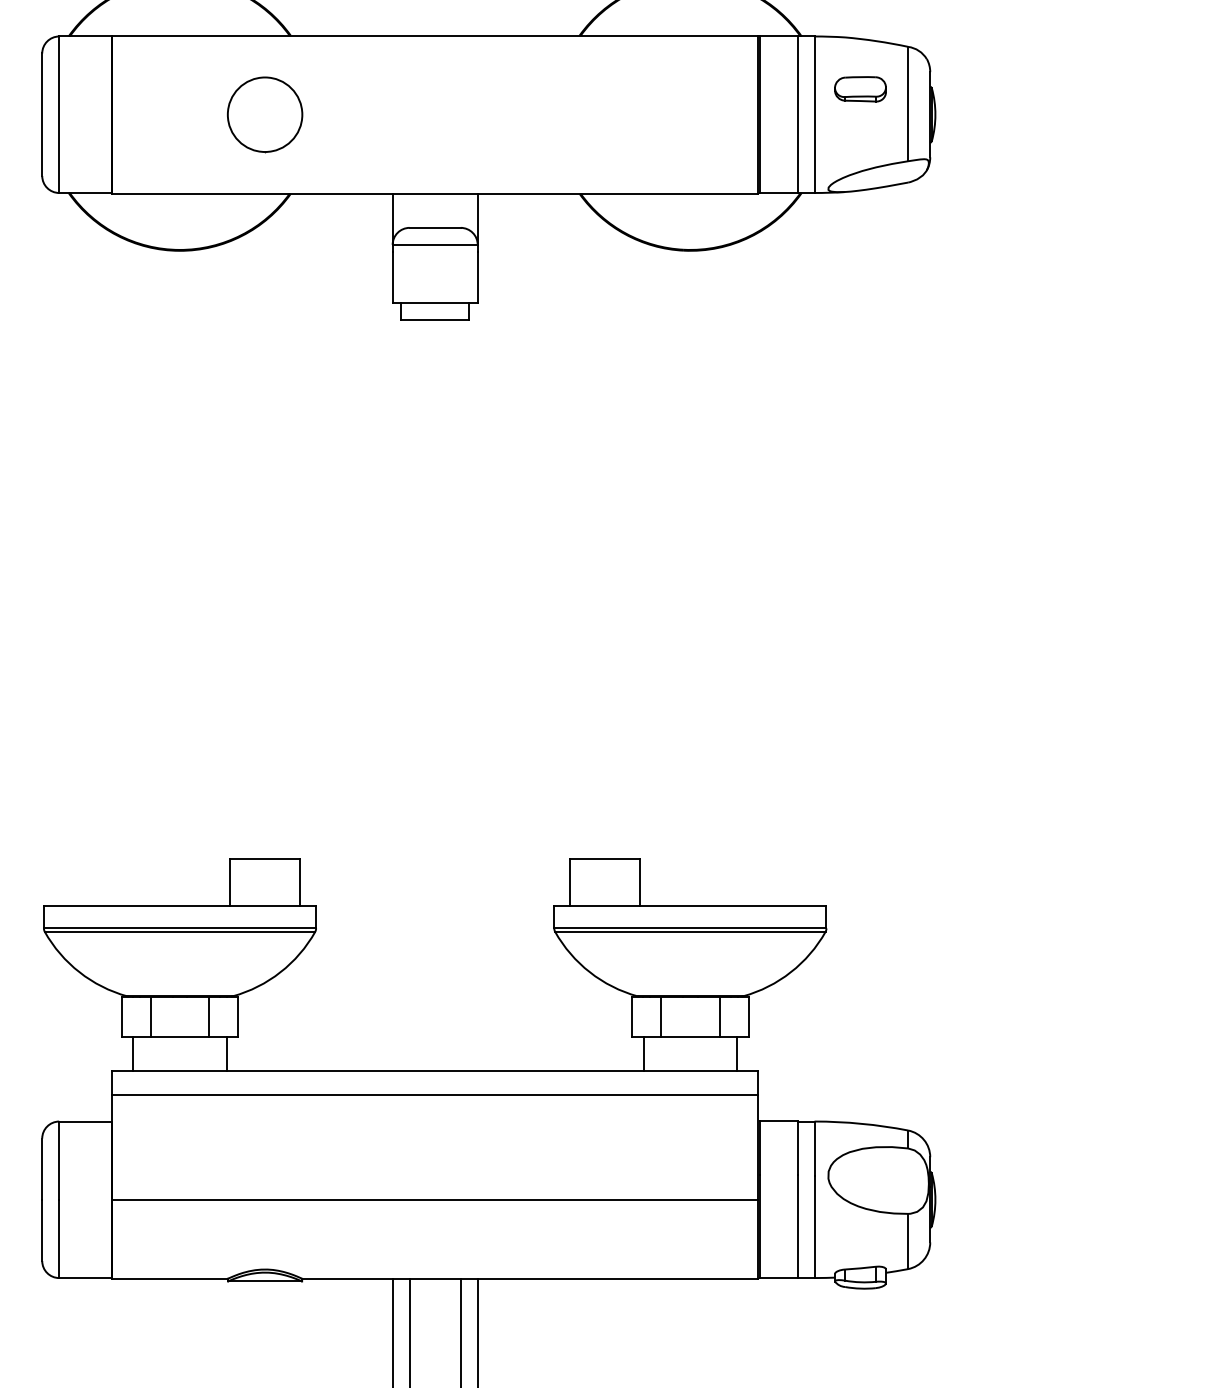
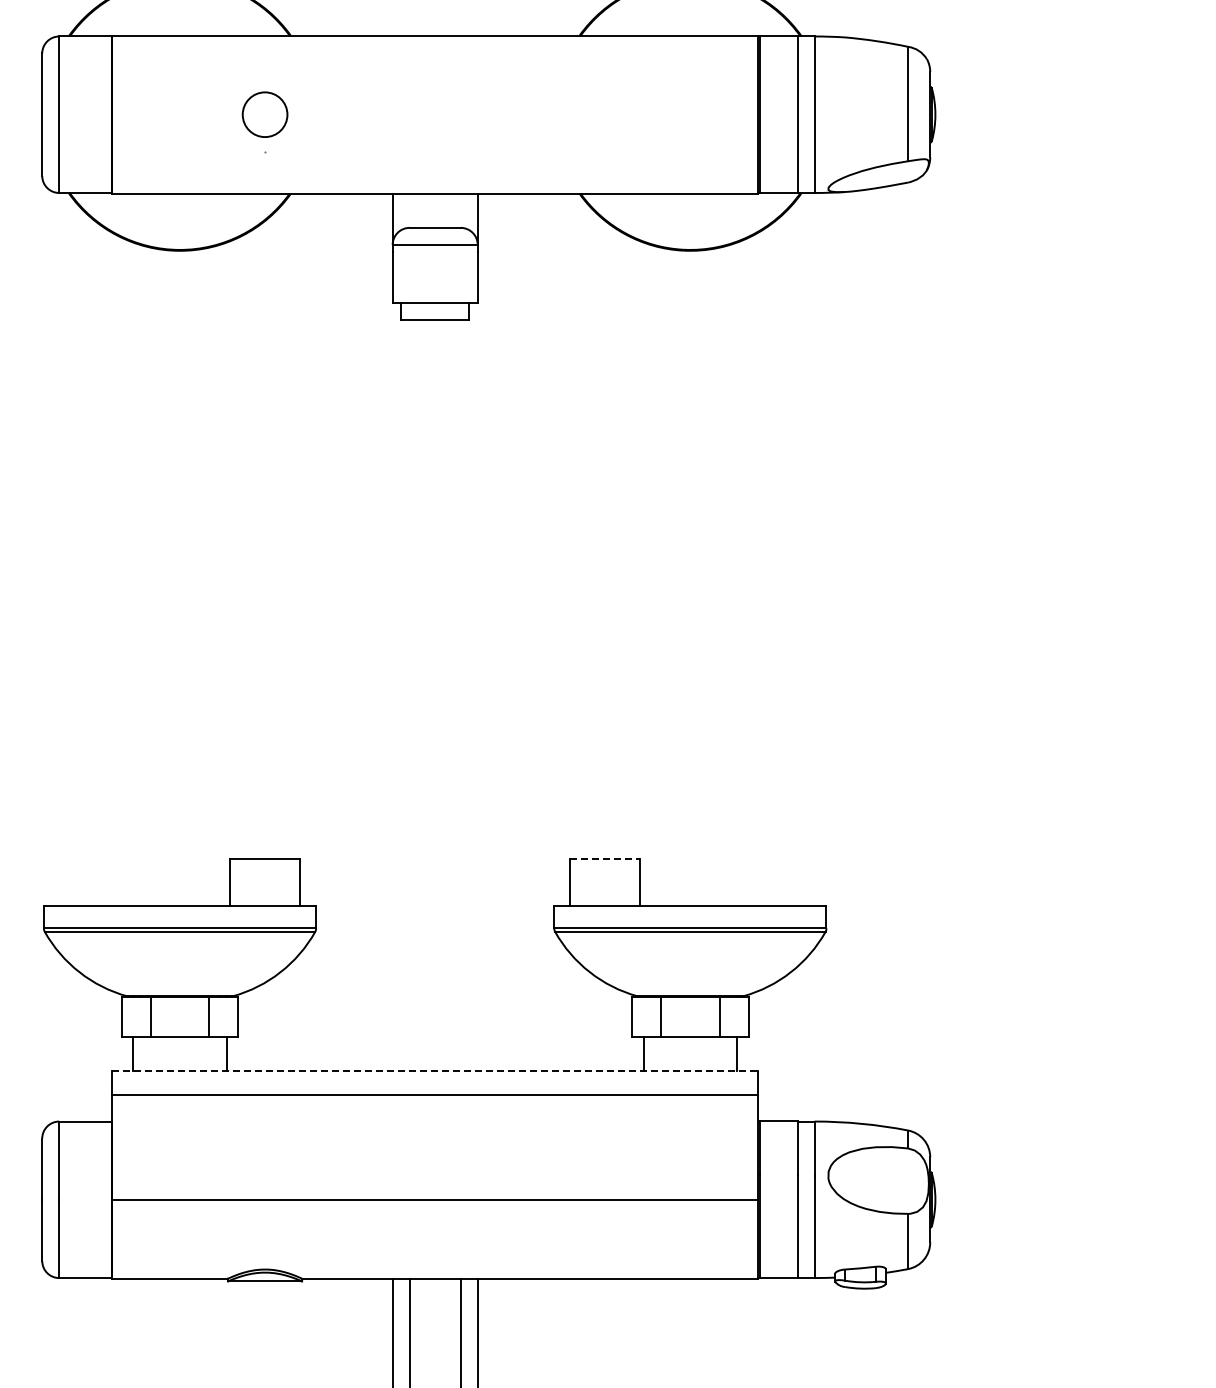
part at (860, 89): present -> none
circle at (264, 114) diameter: 75 px -> 45 px
line at (605, 859): solid -> dashed
line at (435, 1071): solid -> dashed
